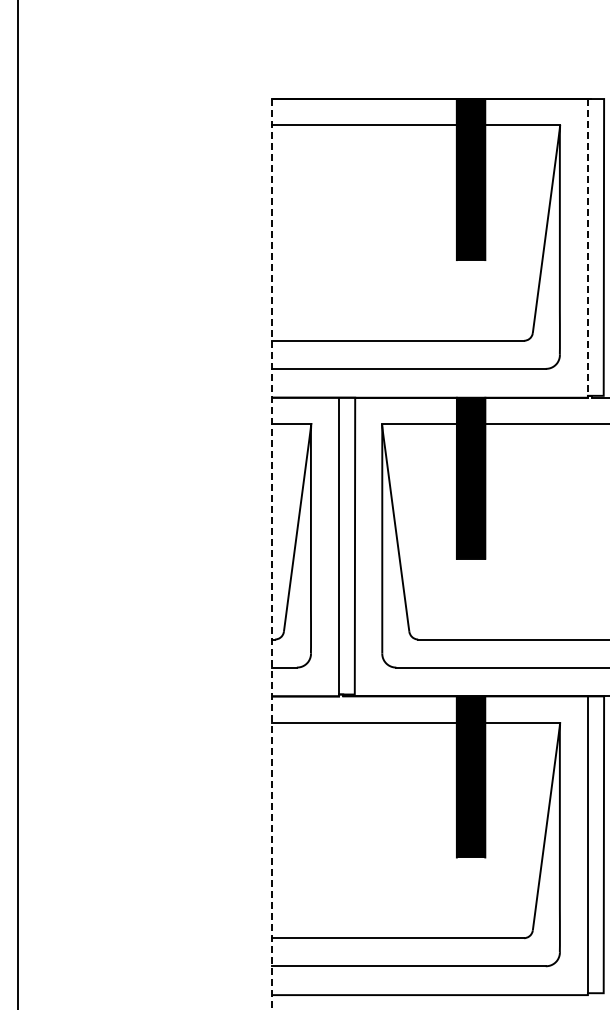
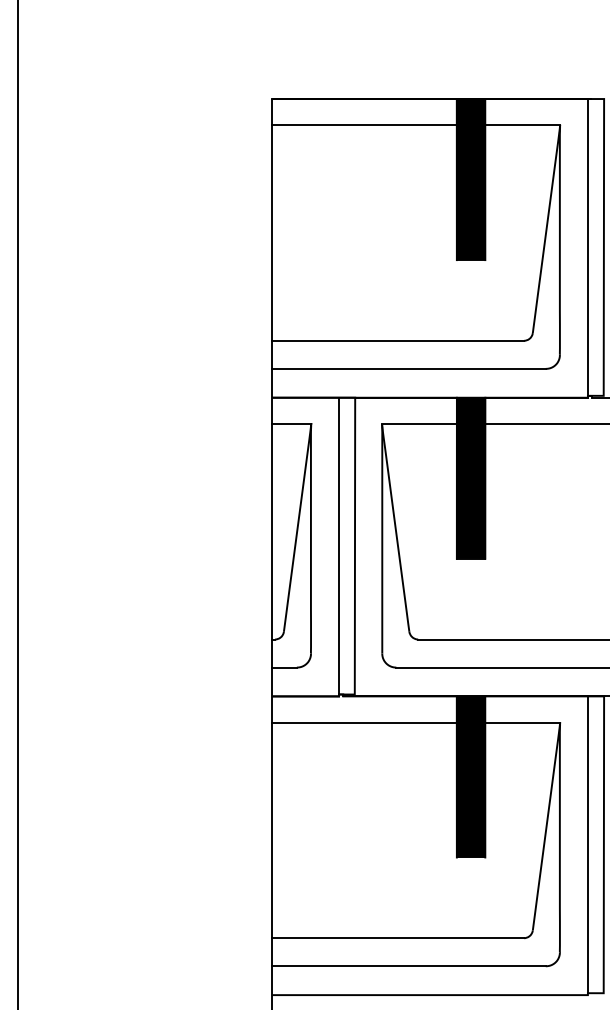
line at (588, 247): dashed -> solid
line at (272, 554): dashed -> solid
